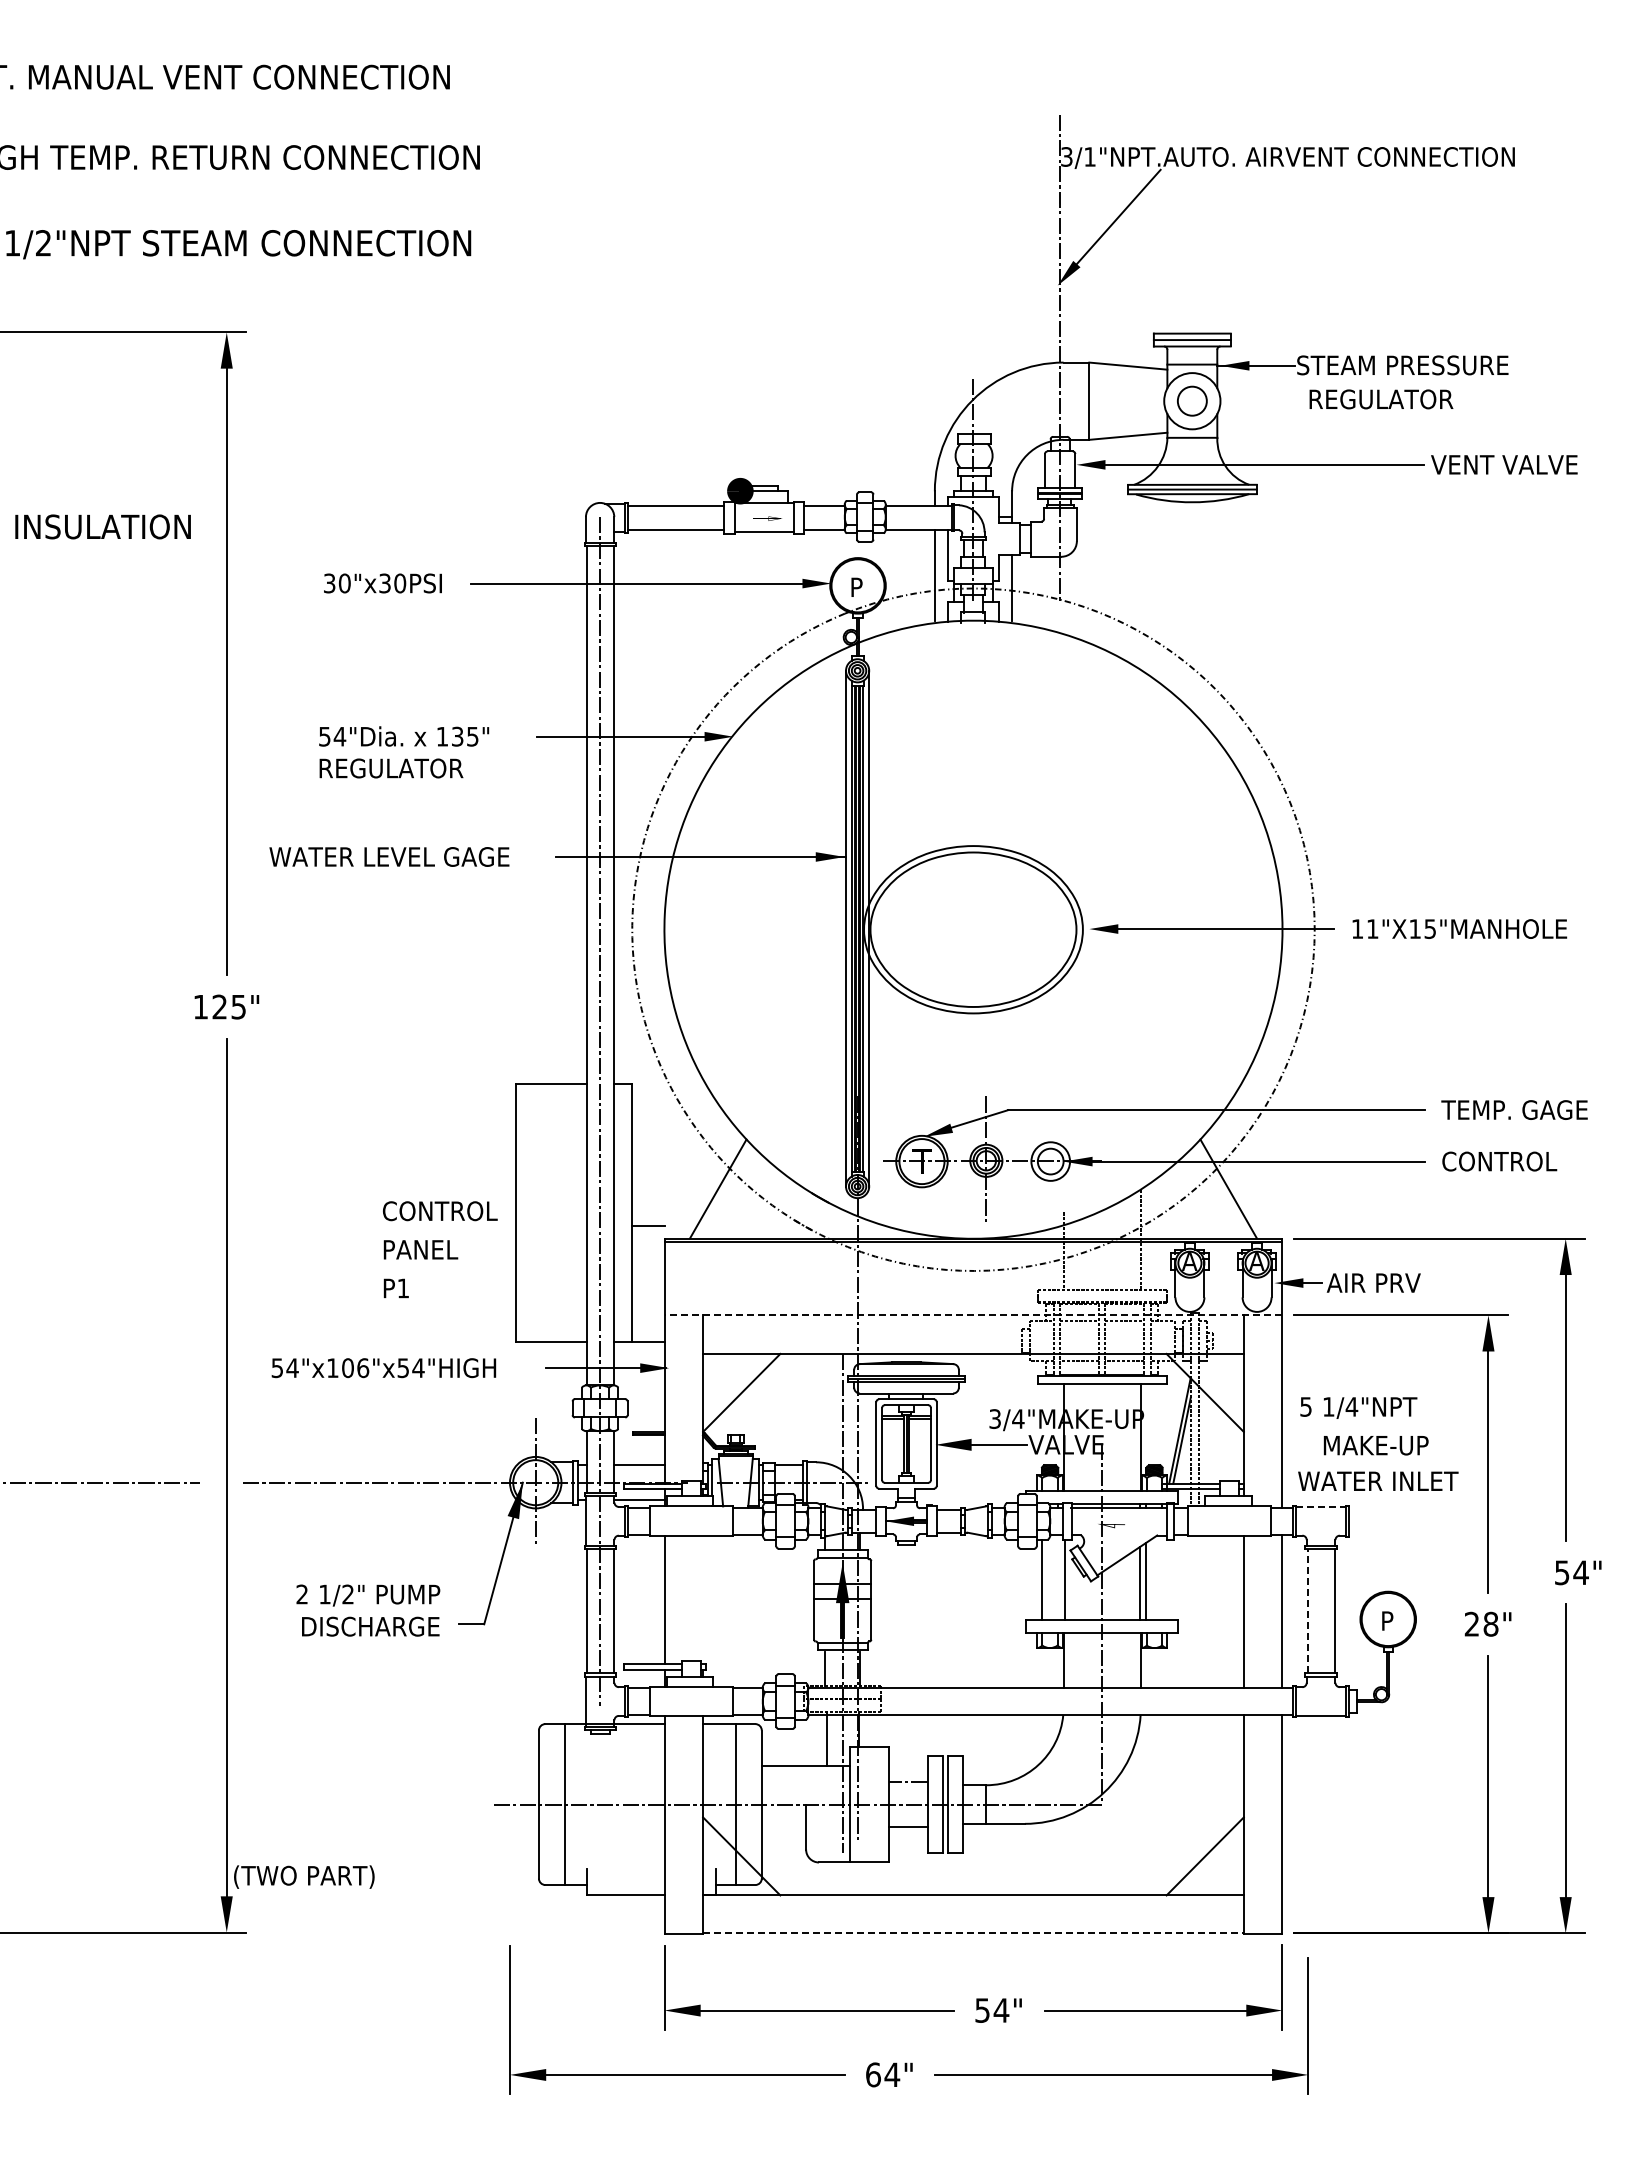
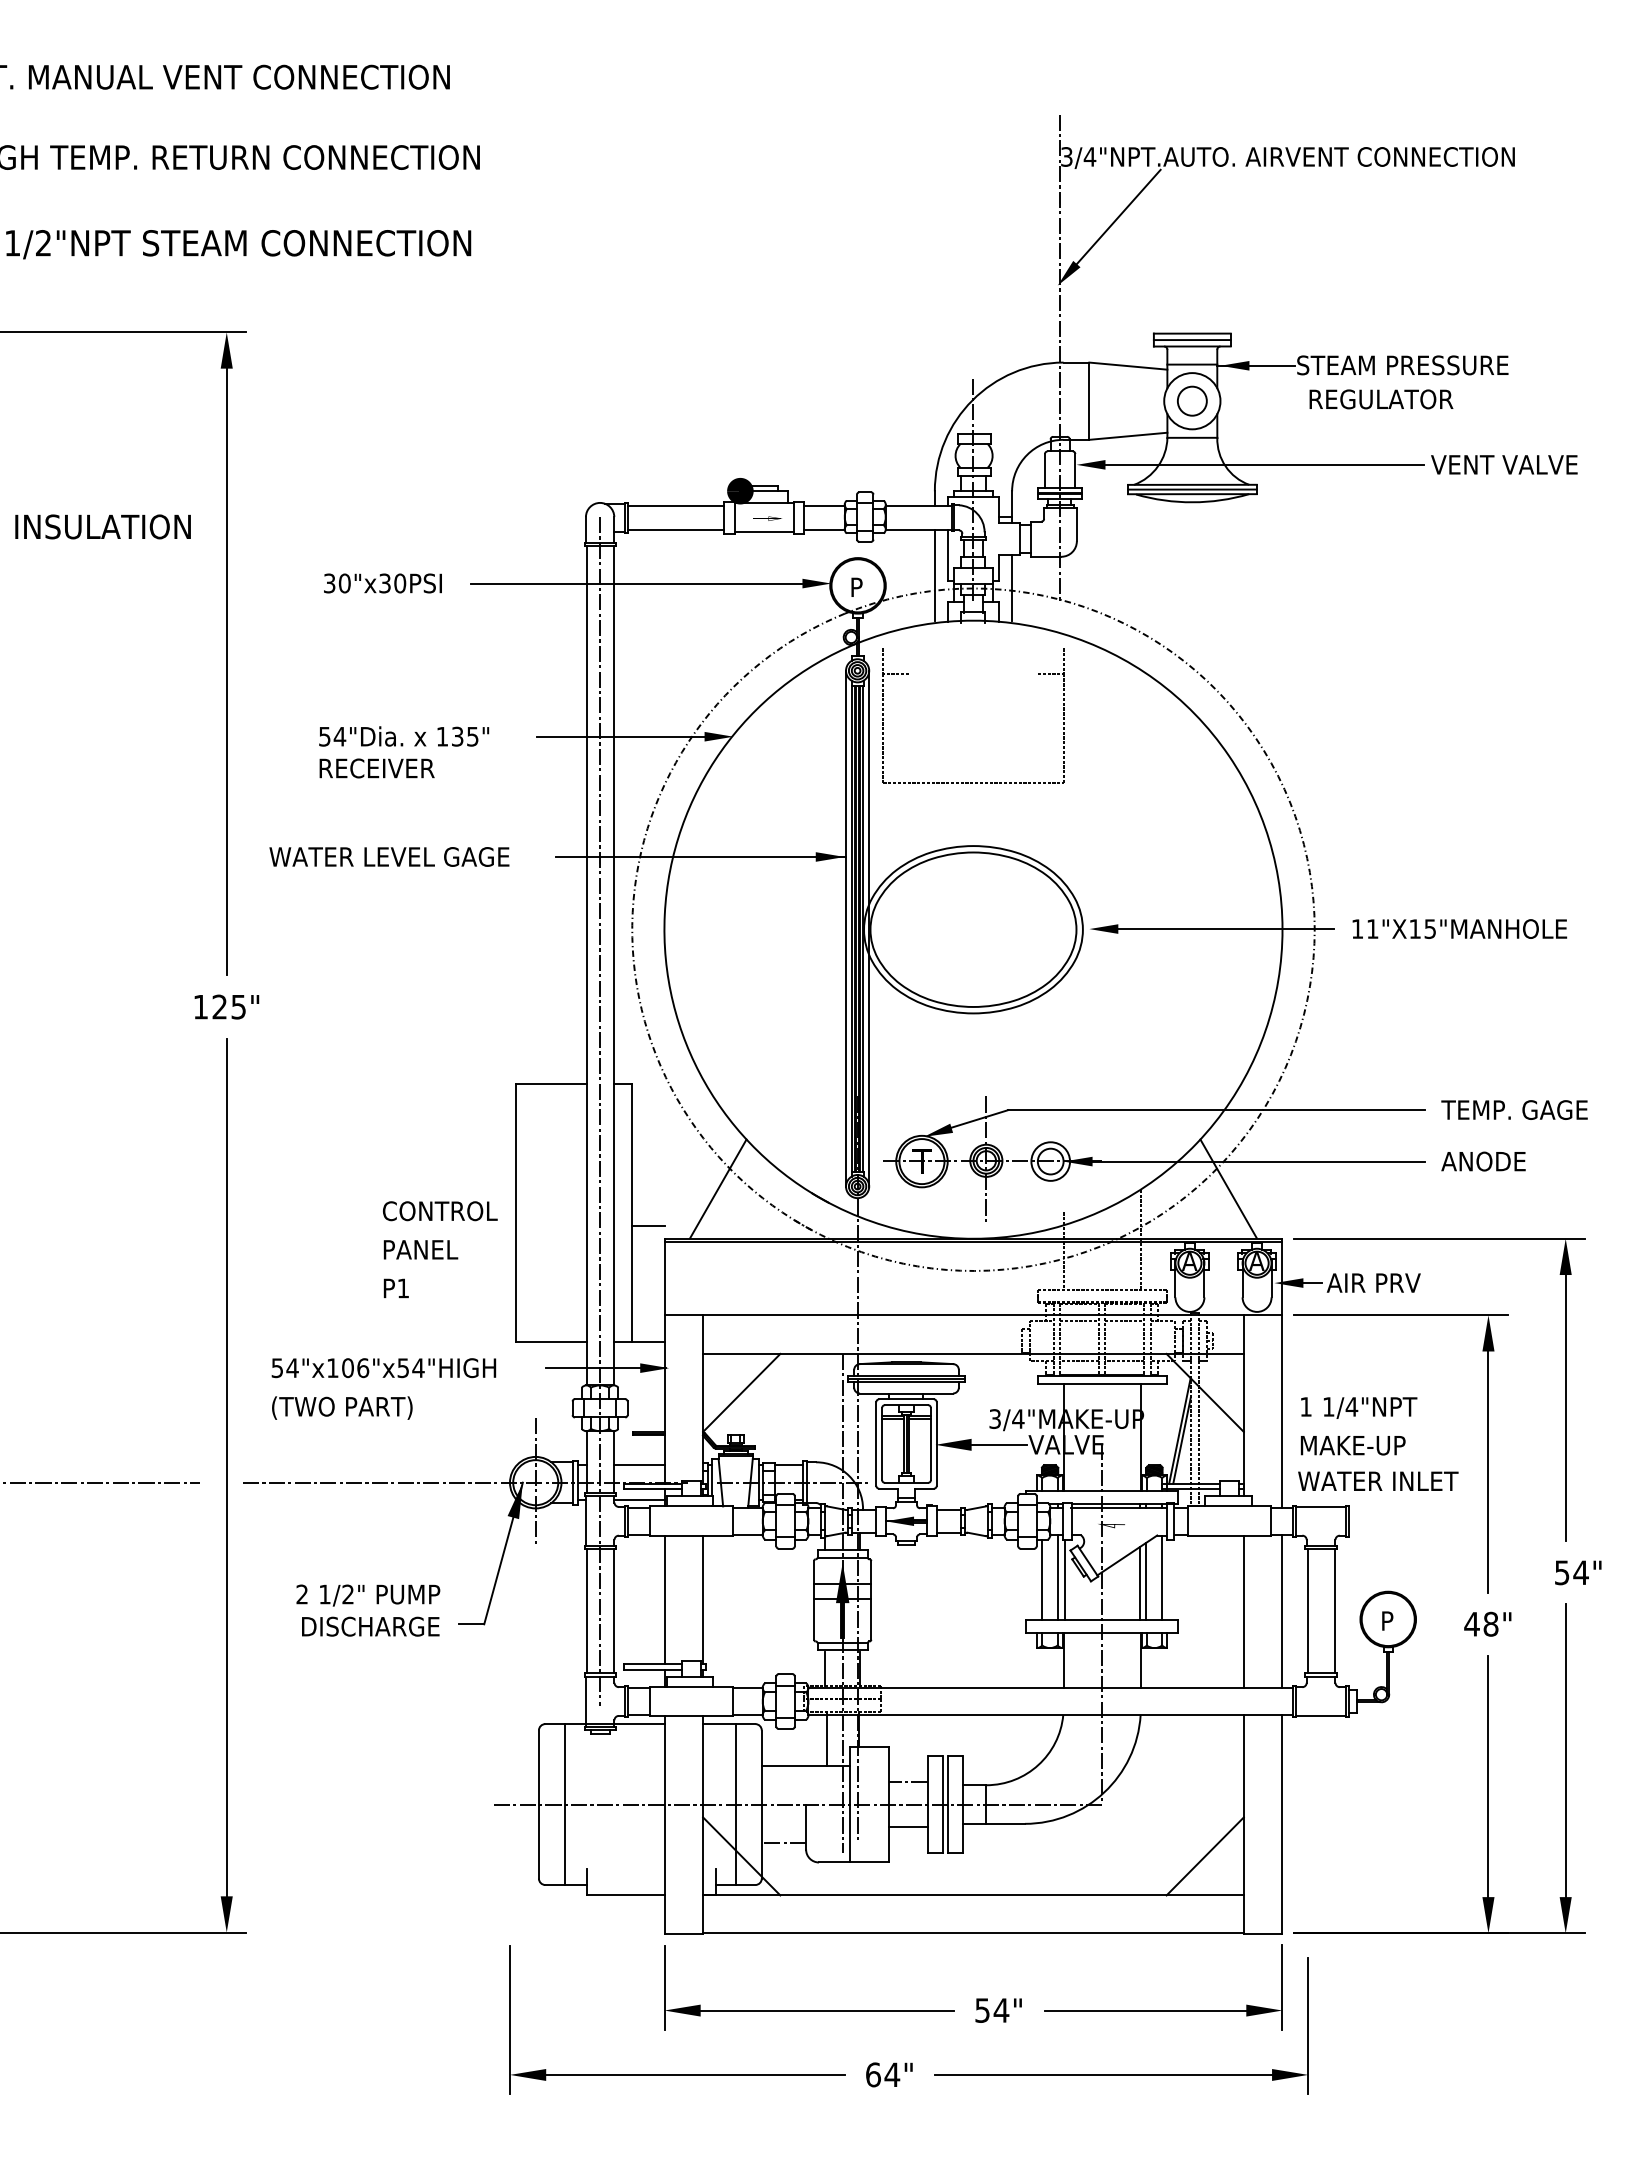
text at (1089, 156): 3/1"NPT.AUTO. -> 3/4"NPT.AUTO.
text at (411, 768): REGULATOR -> RECEIVER
part at (972, 782): none -> present
text at (1499, 1161): CONTROL -> ANODE
line at (973, 1315): dashed -> solid
text at (1305, 1406): 5 -> 1
text at (1375, 1445) position: (1375, 1445) -> (1352, 1445)
line at (1321, 1506): dashed -> solid
line at (1058, 1576): none -> present
line at (1162, 1577): none -> present
line at (703, 1599): none -> present
line at (1307, 1610): dashed -> solid
text at (1471, 1623): 28" -> 48"
line at (783, 1843): none -> present
text at (304, 1876) position: (304, 1876) -> (342, 1407)
line at (973, 1933): dashed -> solid
